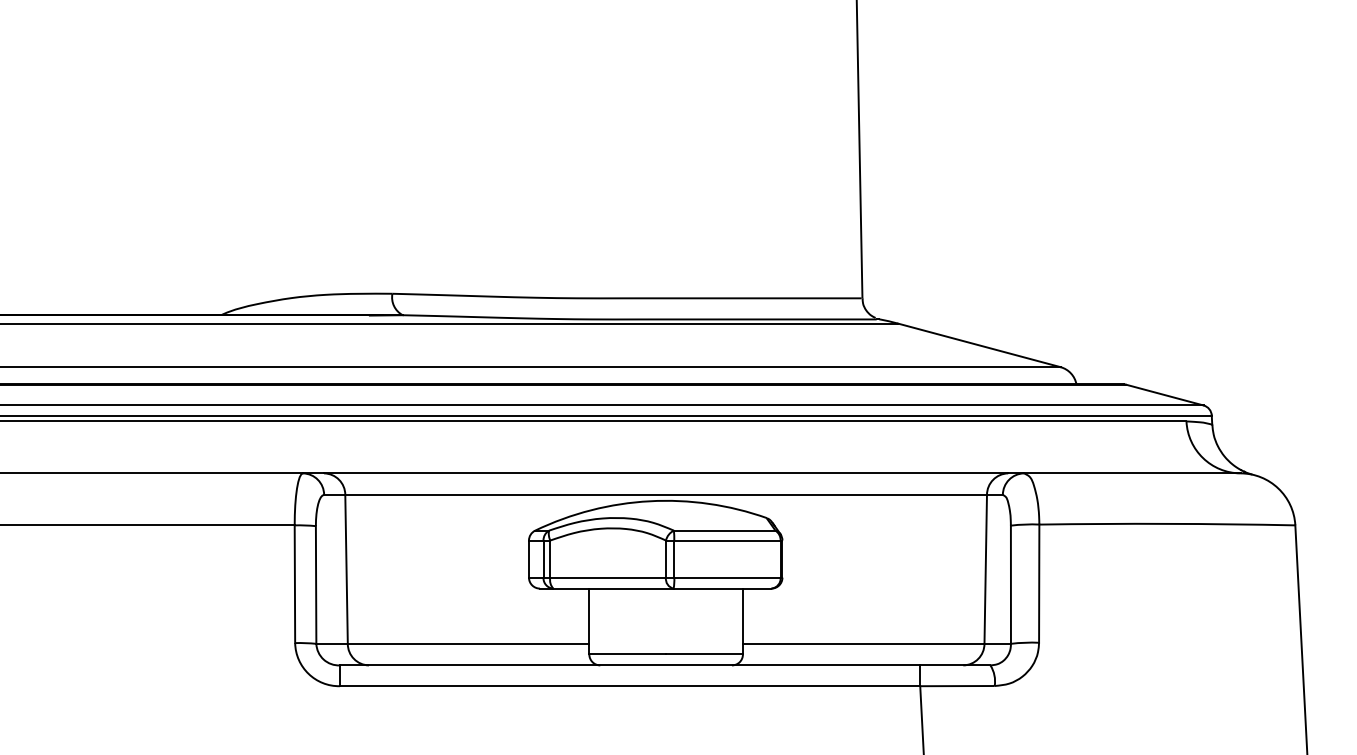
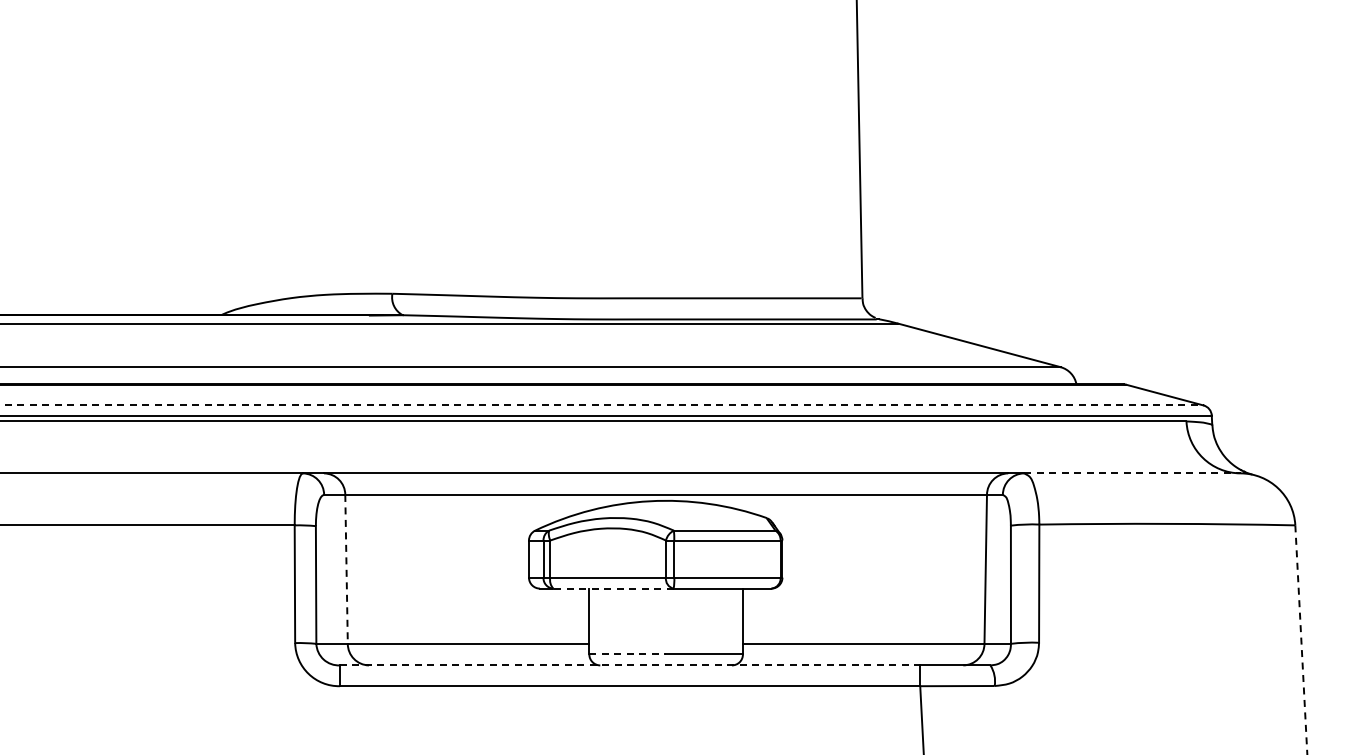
line at (602, 405): solid -> dashed
line at (1132, 473): solid -> dashed
line at (346, 569): solid -> dashed
line at (612, 588): solid -> dashed
line at (1301, 640): solid -> dashed
line at (628, 654): solid -> dashed
line at (630, 665): solid -> dashed
